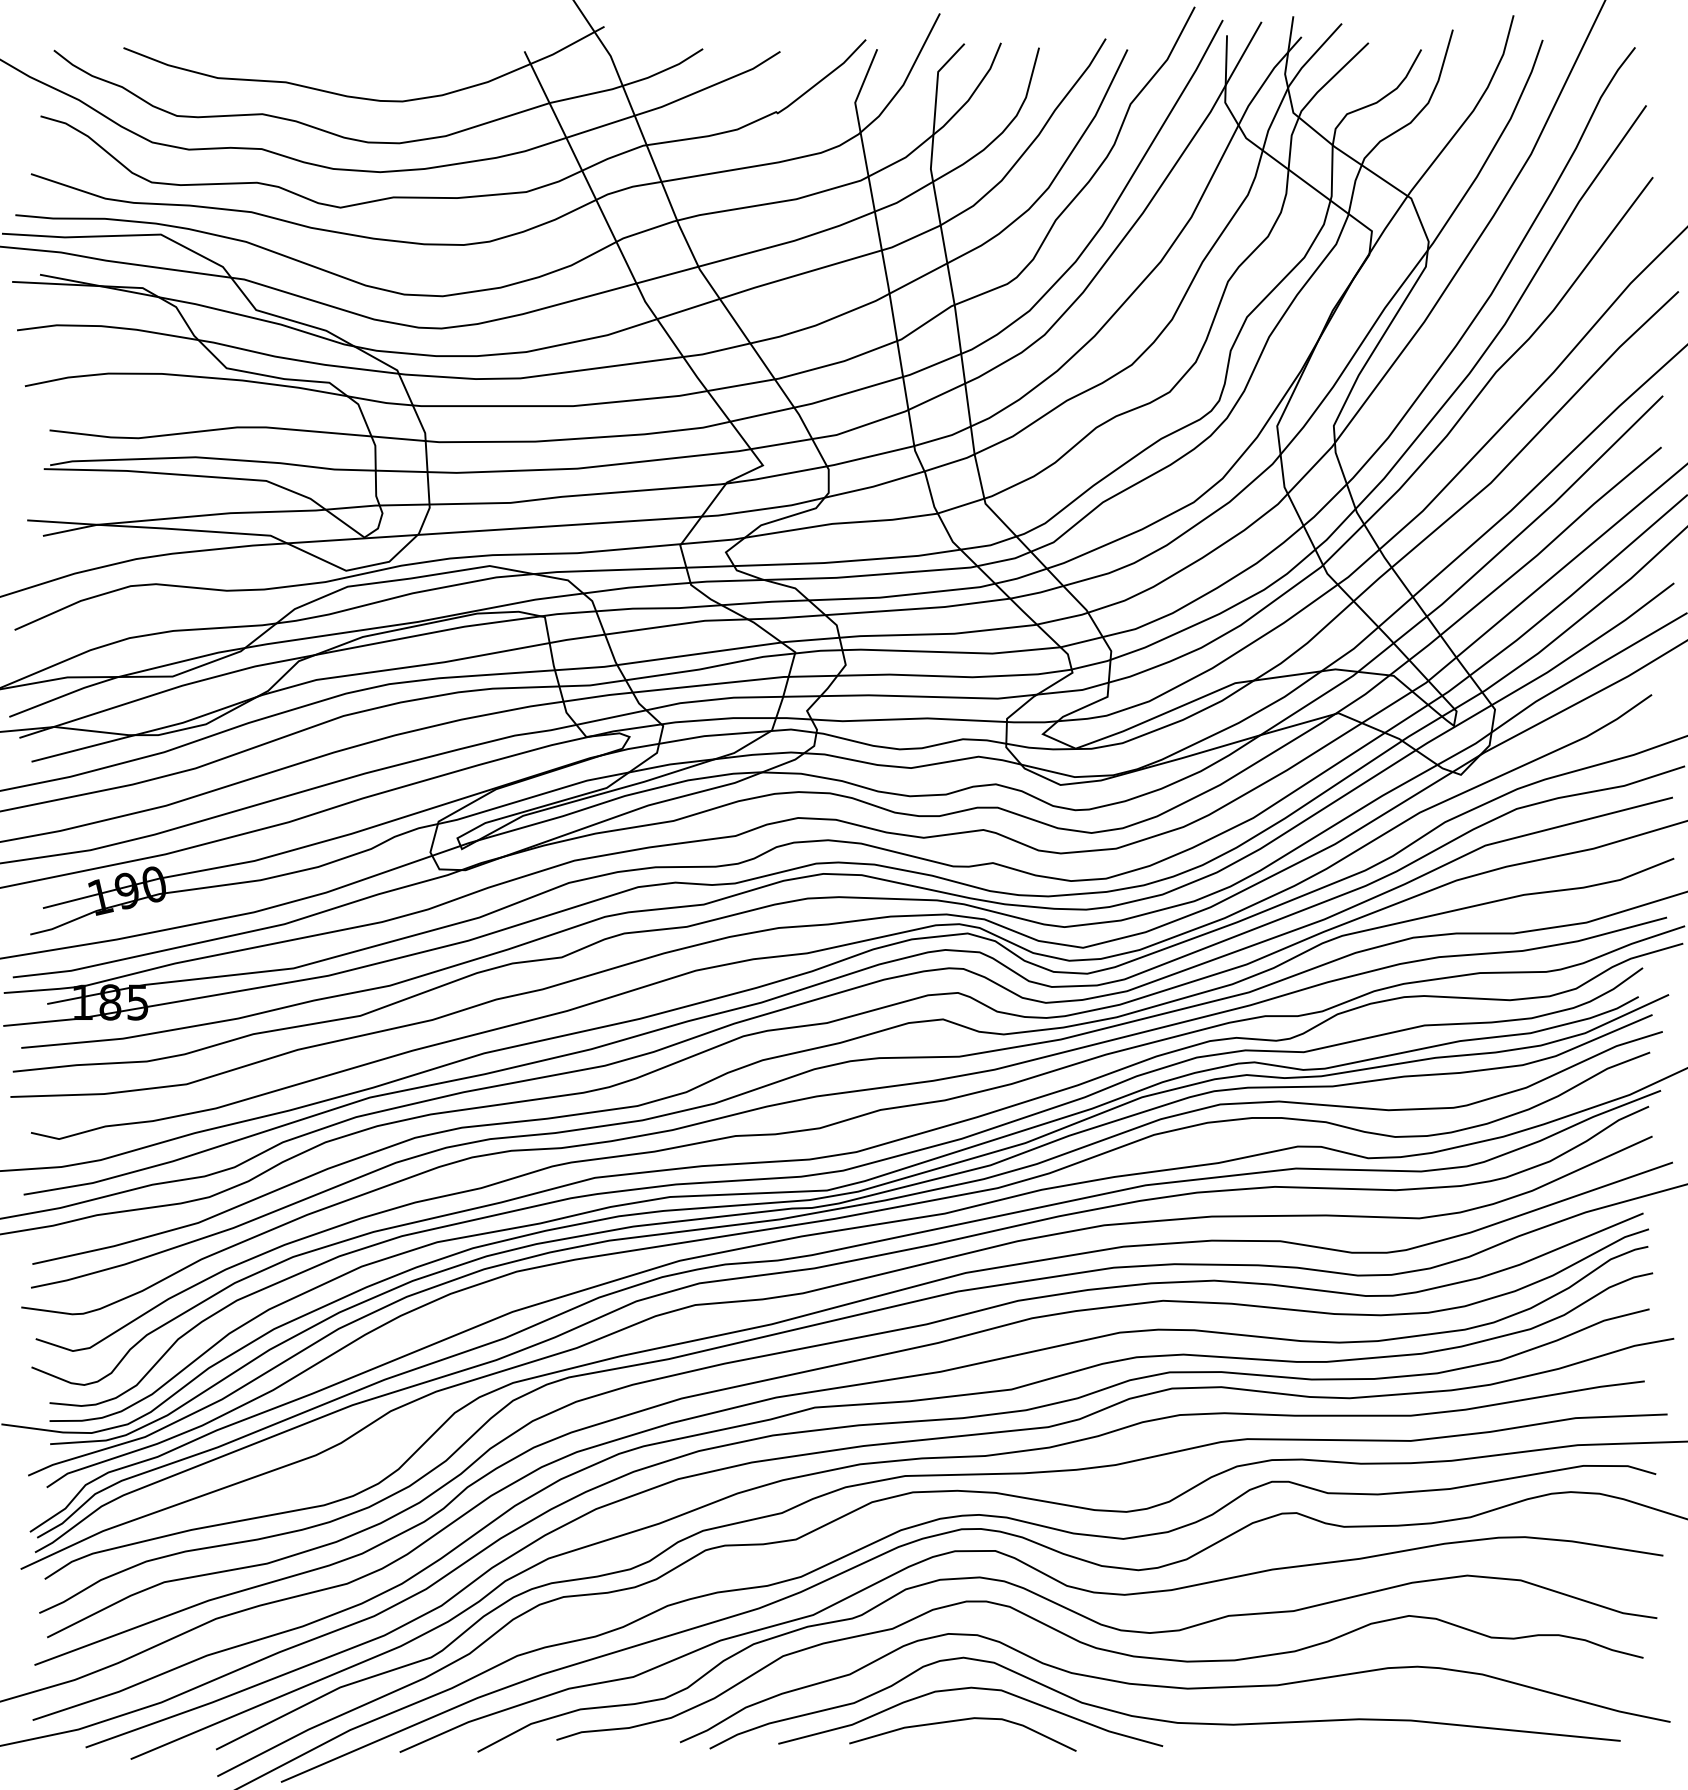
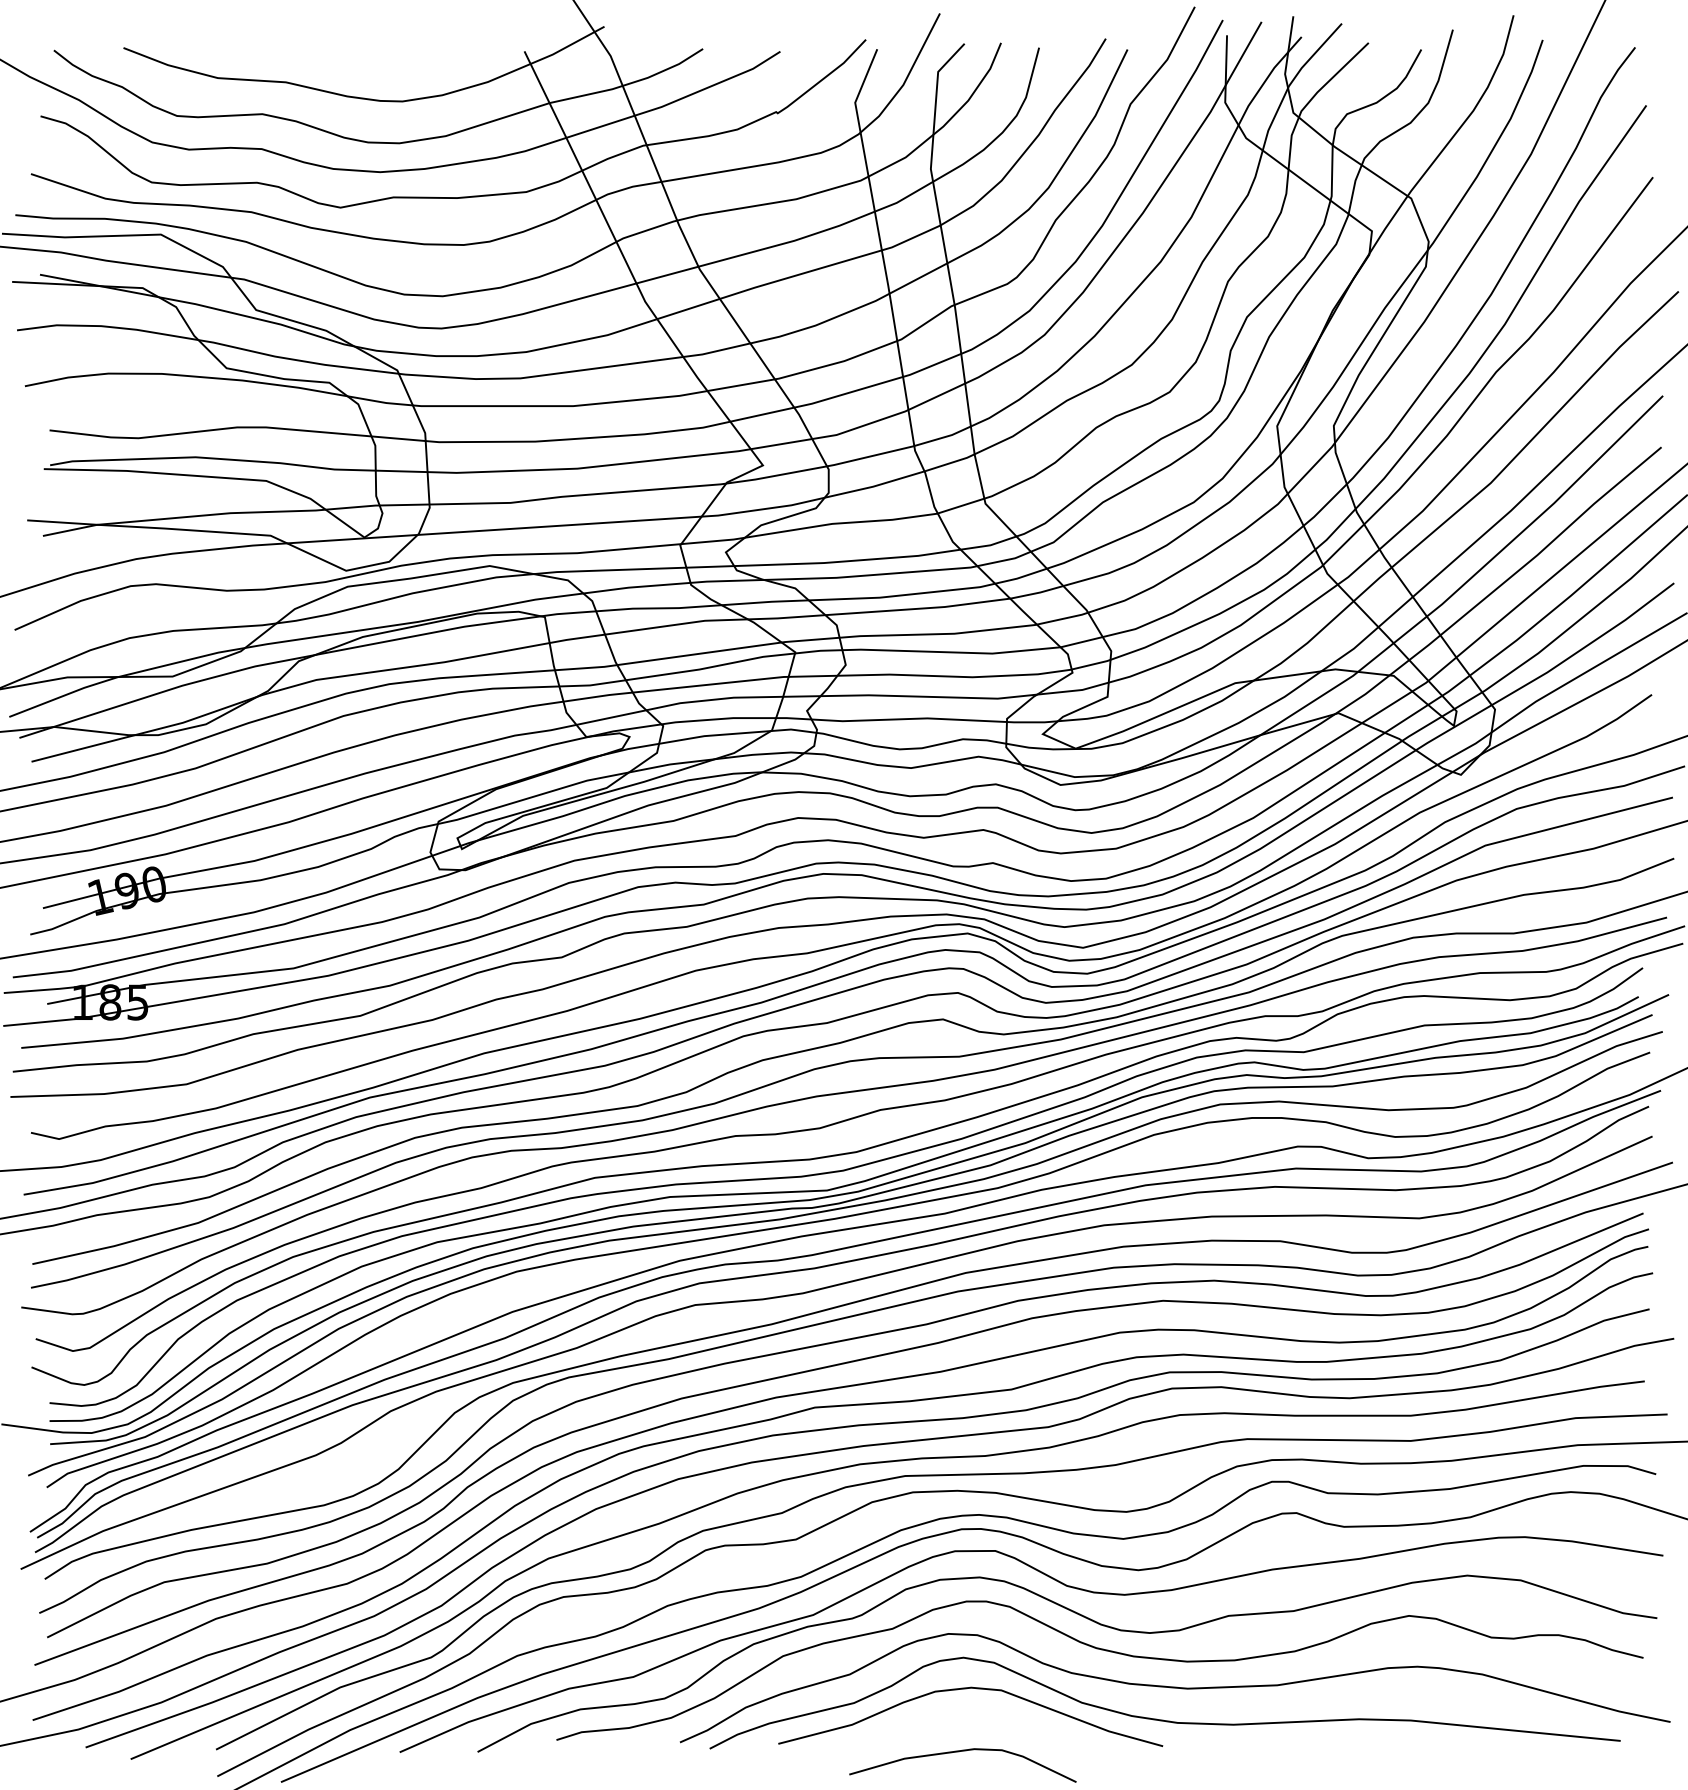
curve at (959, 1721) position: (959, 1721) -> (959, 1752)
